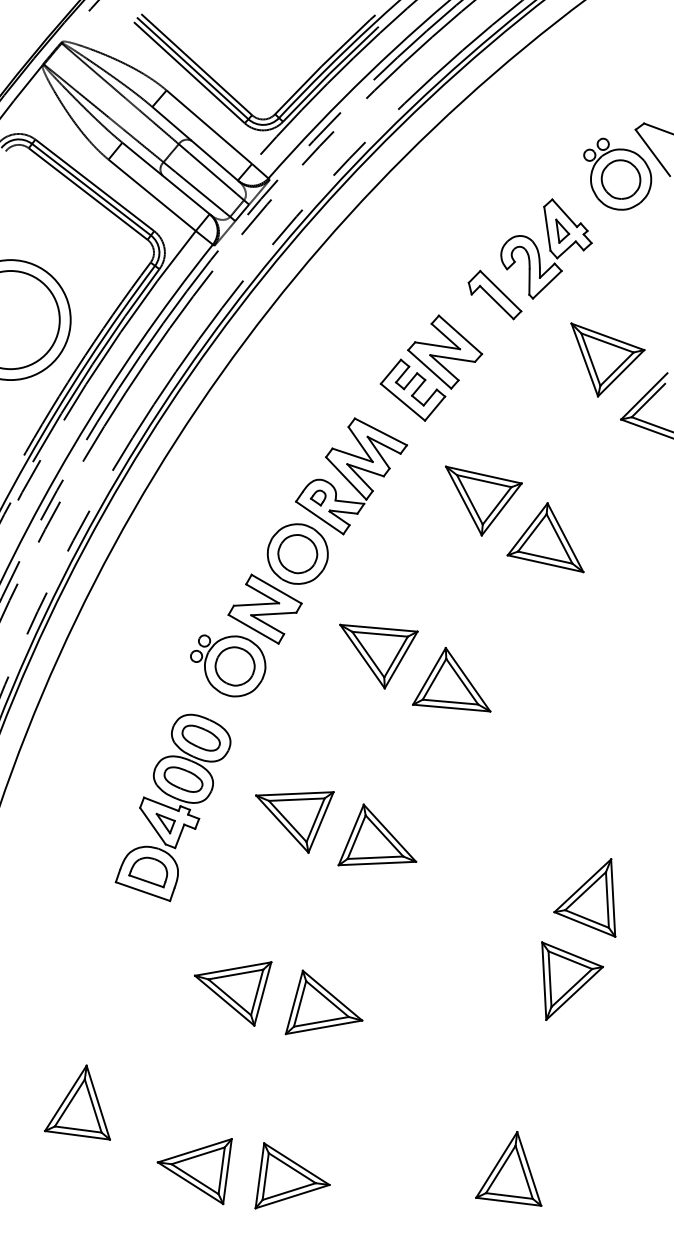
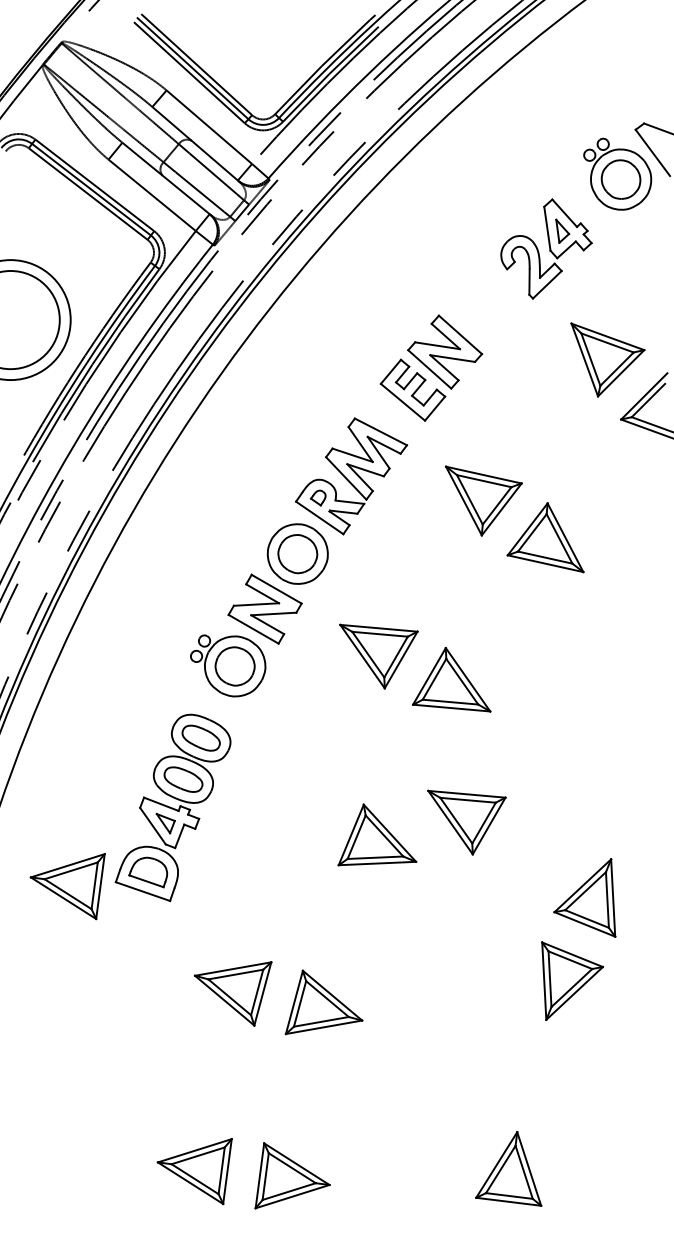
part at (494, 294): present -> none
part at (294, 822): present -> none
part at (466, 822): none -> present
part at (67, 886): none -> present
part at (77, 1102): present -> none
